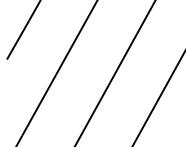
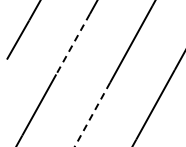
line at (73, 44): solid -> dashed
line at (92, 115): solid -> dashed
